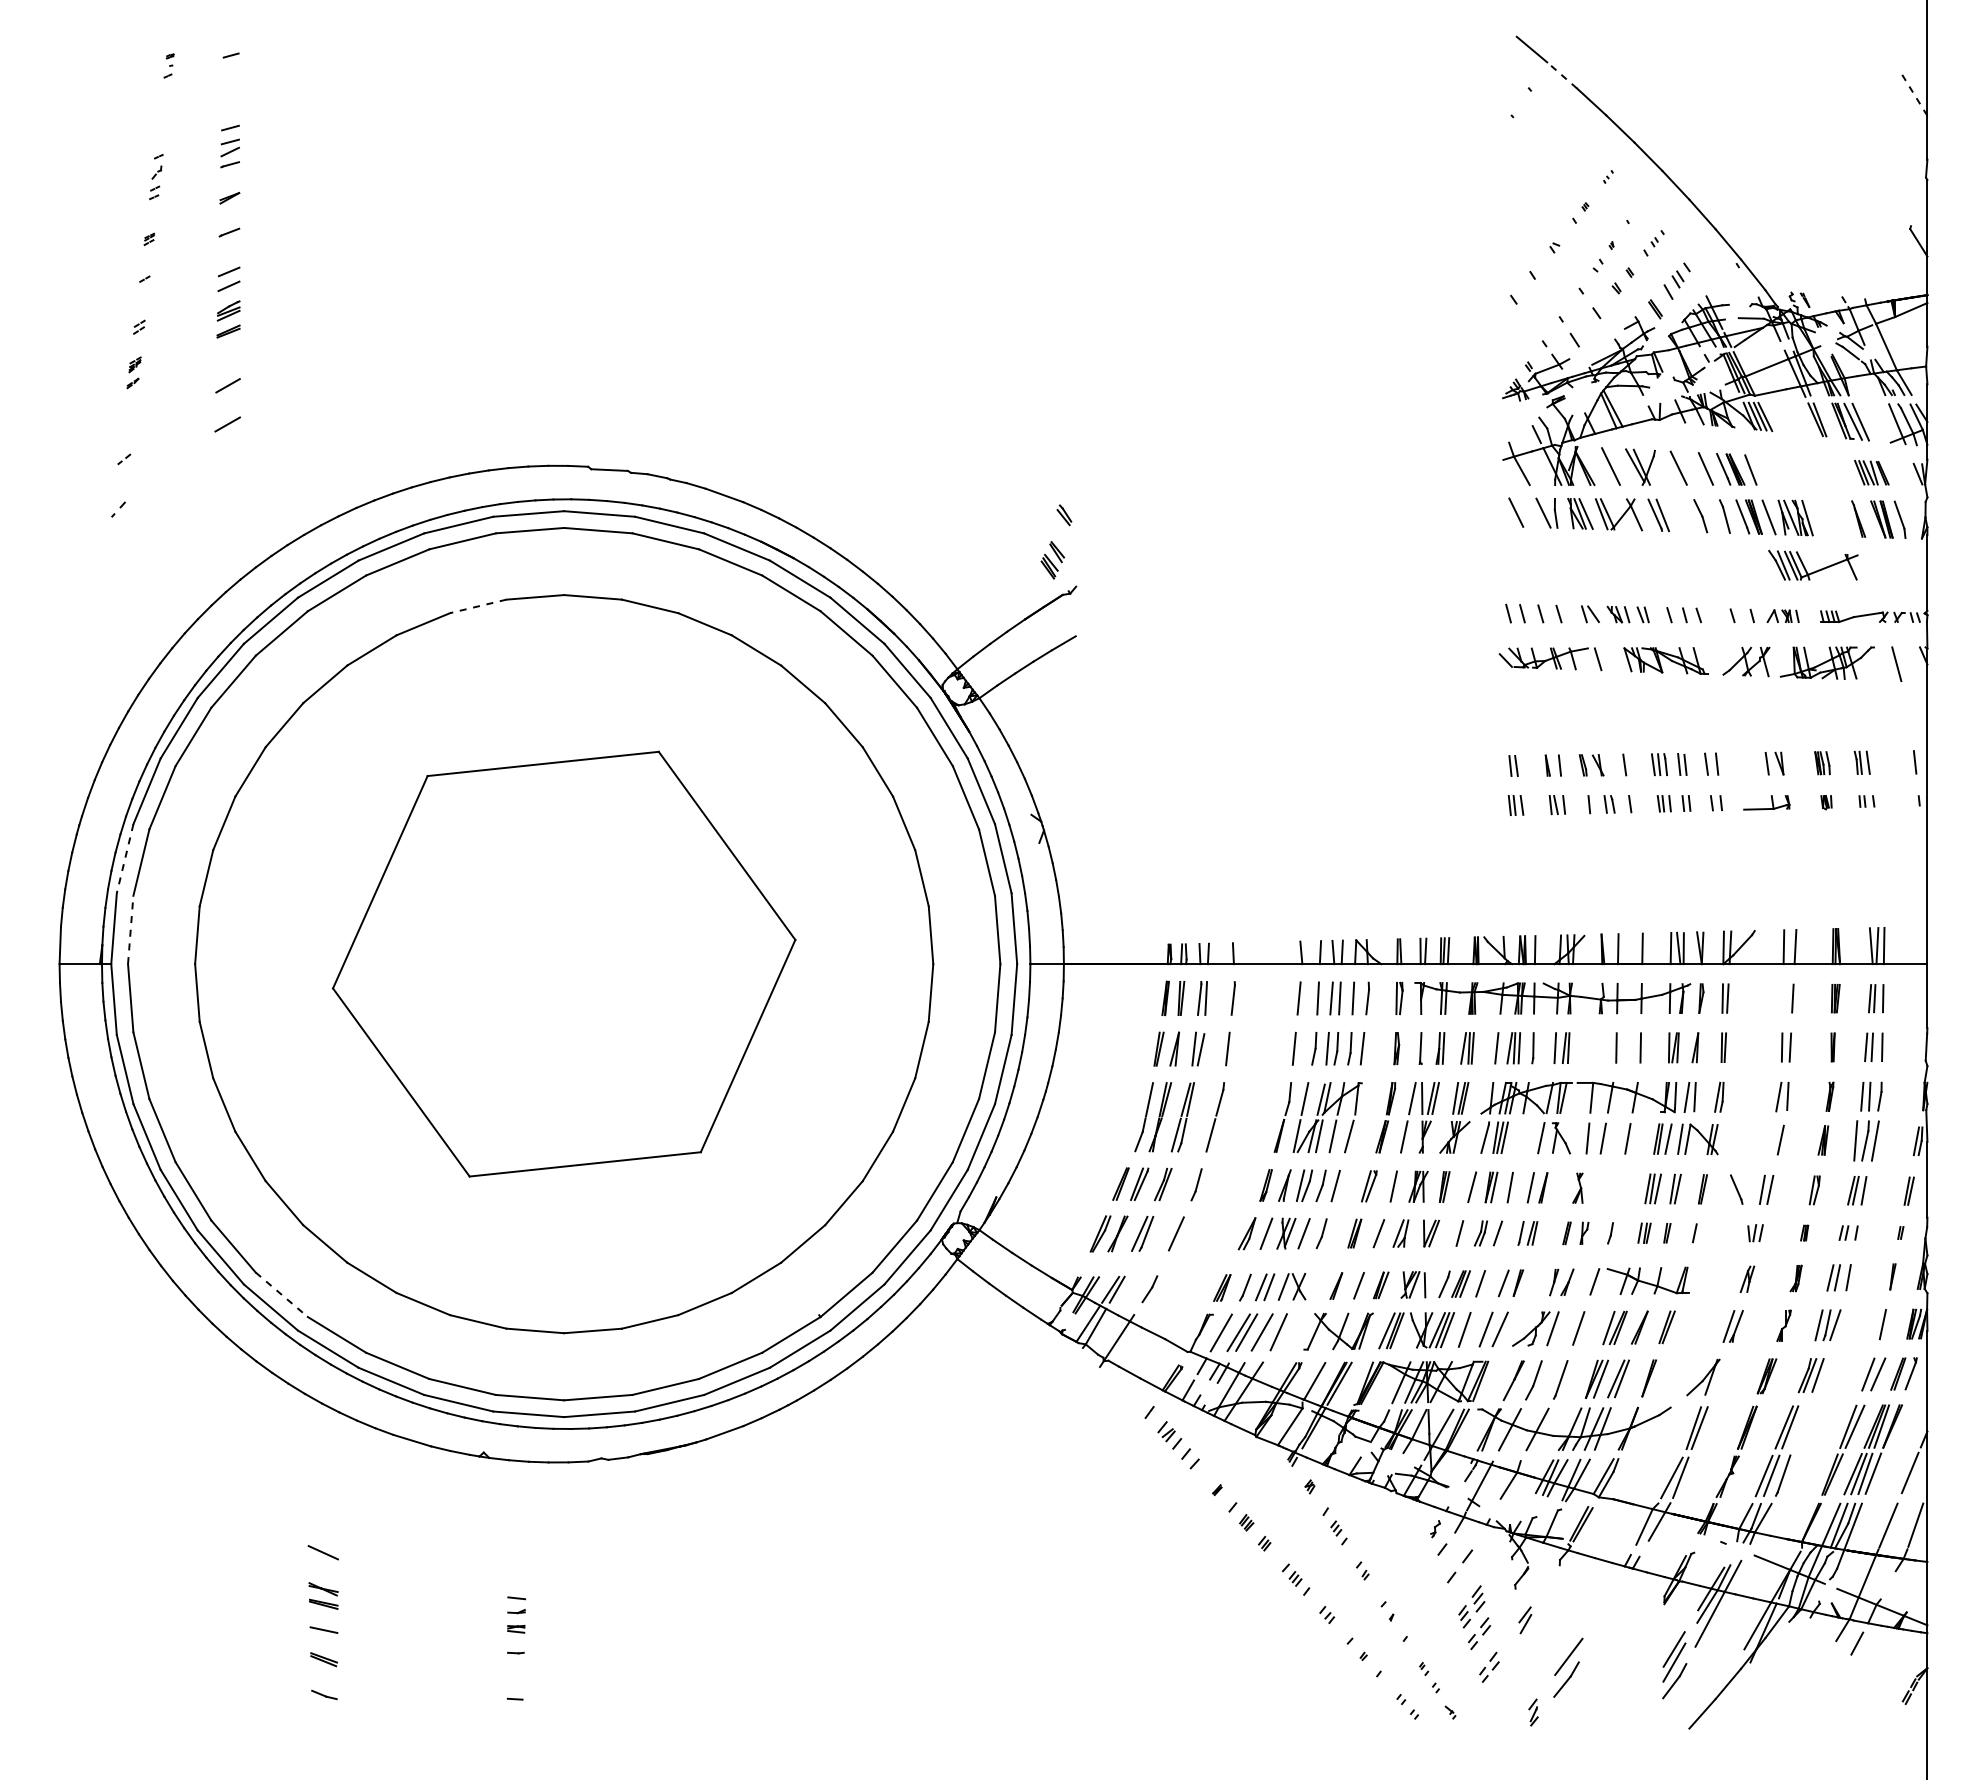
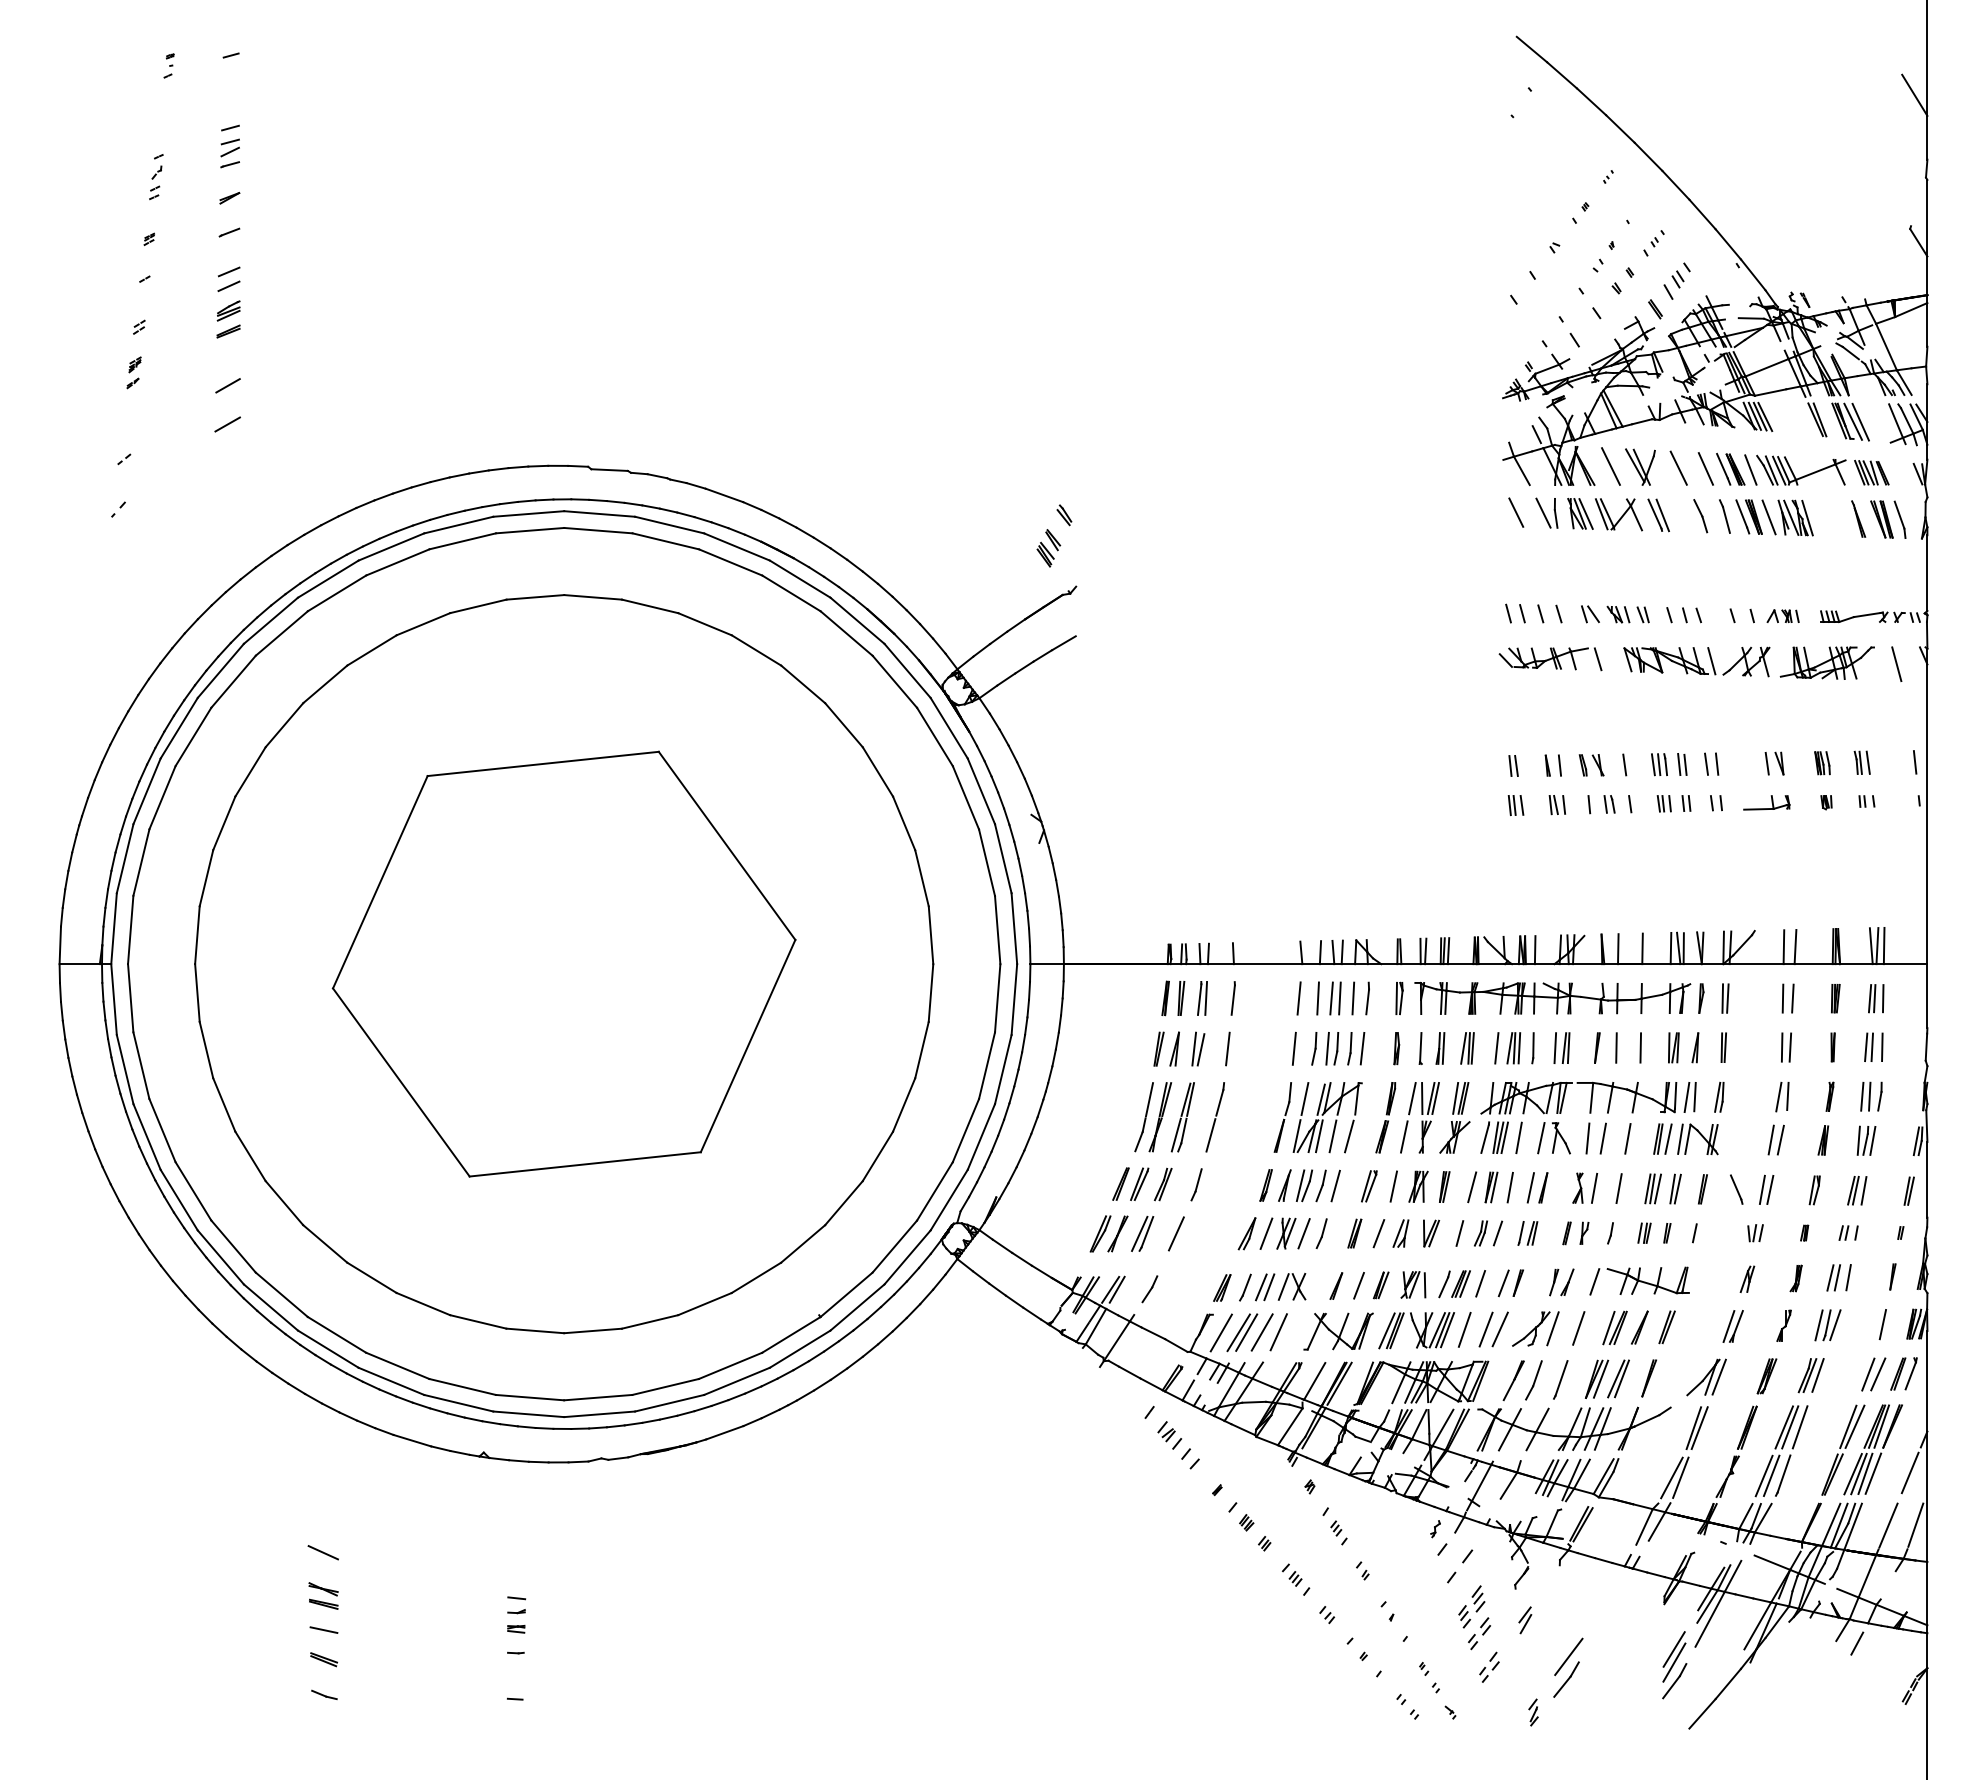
line at (1562, 75): dashed -> solid
line at (1914, 94): dashed -> solid
part at (1052, 560) position: (1052, 560) -> (1048, 548)
part at (1816, 570) position: (1816, 570) -> (1804, 475)
line at (478, 606): dashed -> solid
line at (1711, 661): none -> present
line at (125, 858): dashed -> solid
line at (130, 929): dashed -> solid
line at (1782, 998): none -> present
line at (1597, 1047): none -> present
line at (1518, 1137): none -> present
line at (1770, 1139): none -> present
part at (1866, 1140) size: 27x42 px -> 21x31 px
line at (1594, 1187): none -> present
line at (1618, 1188): none -> present
line at (282, 1295): dashed -> solid
line at (1718, 1376): none -> present
line at (1799, 1427): none -> present
